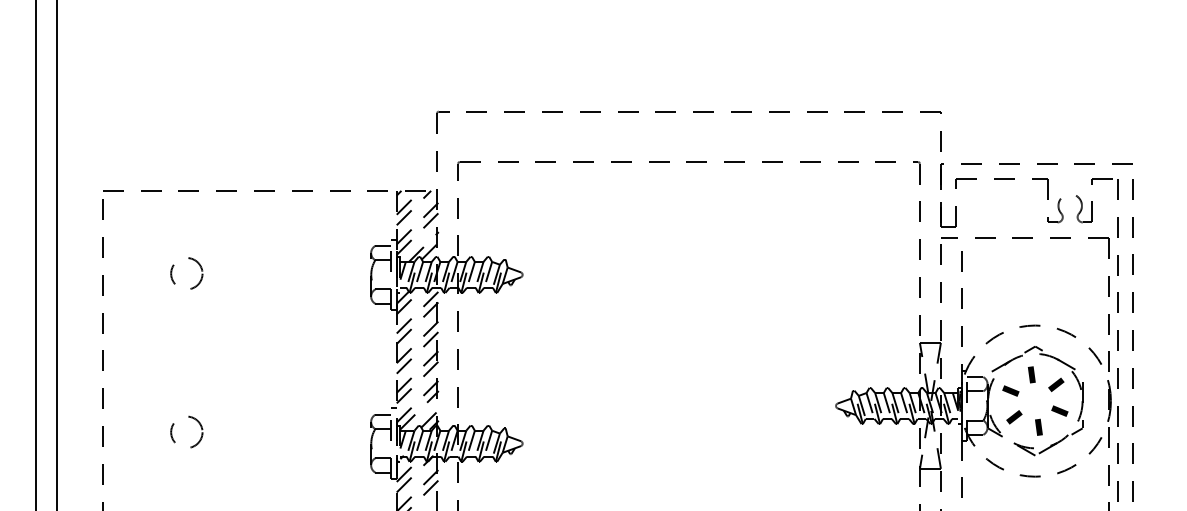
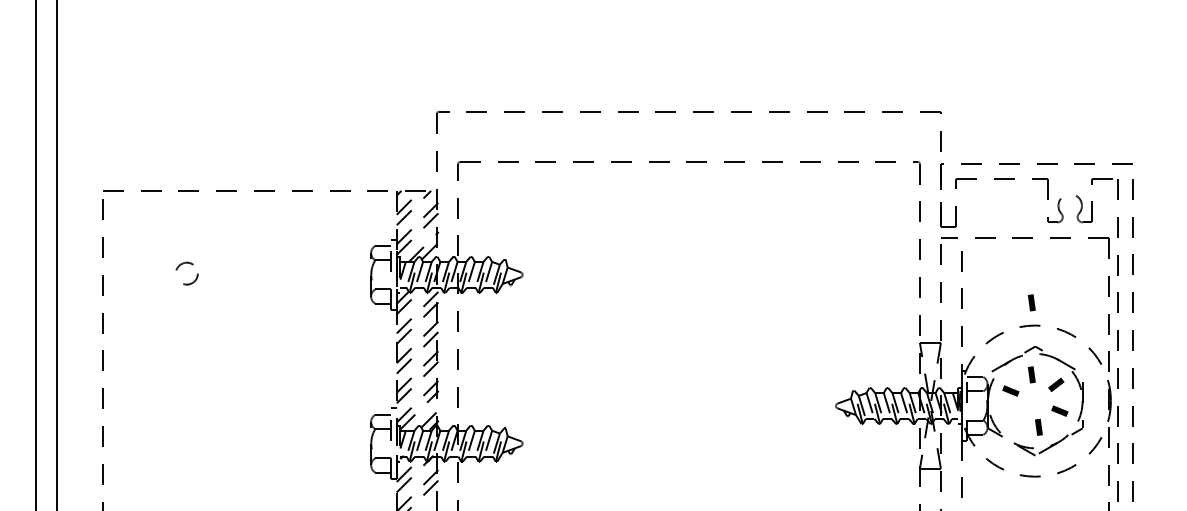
circle at (186, 273) size: 34x33 px -> 24x25 px
line at (1031, 302): none -> present
line at (1014, 417): present -> none
circle at (186, 431): present -> none
